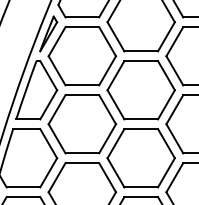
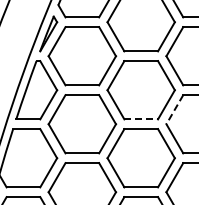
line at (174, 109): solid -> dashed
line at (141, 119): solid -> dashed
